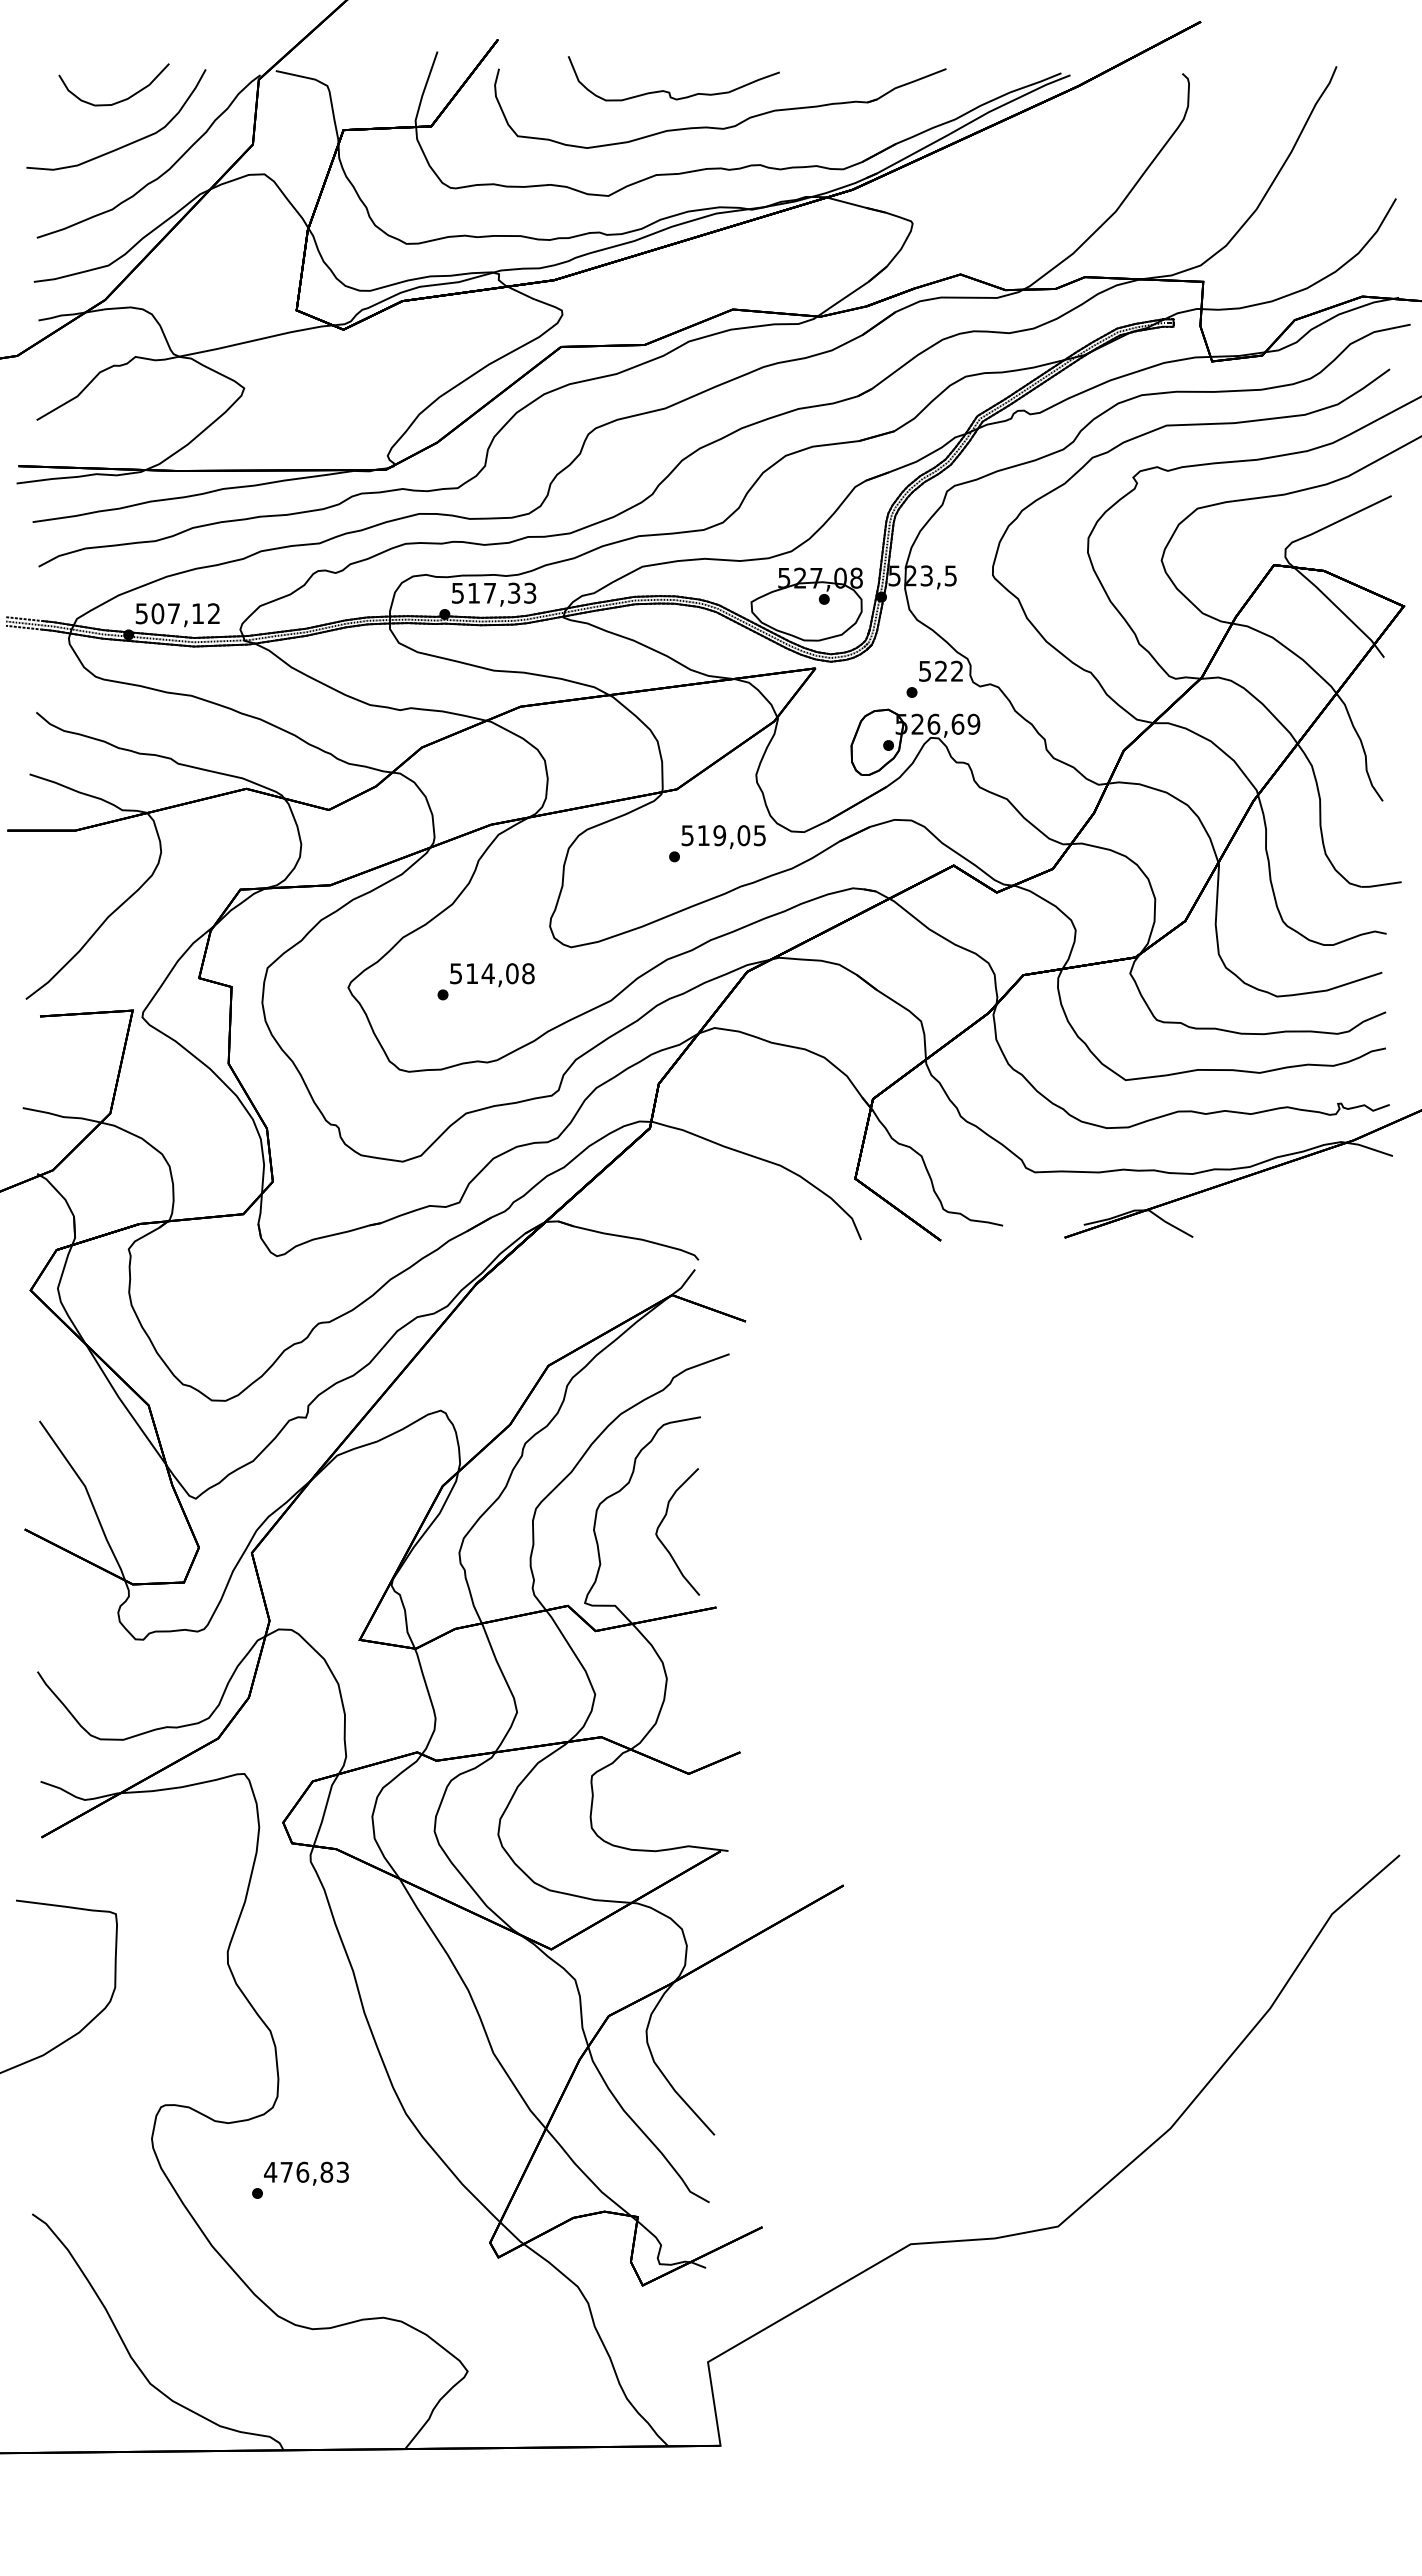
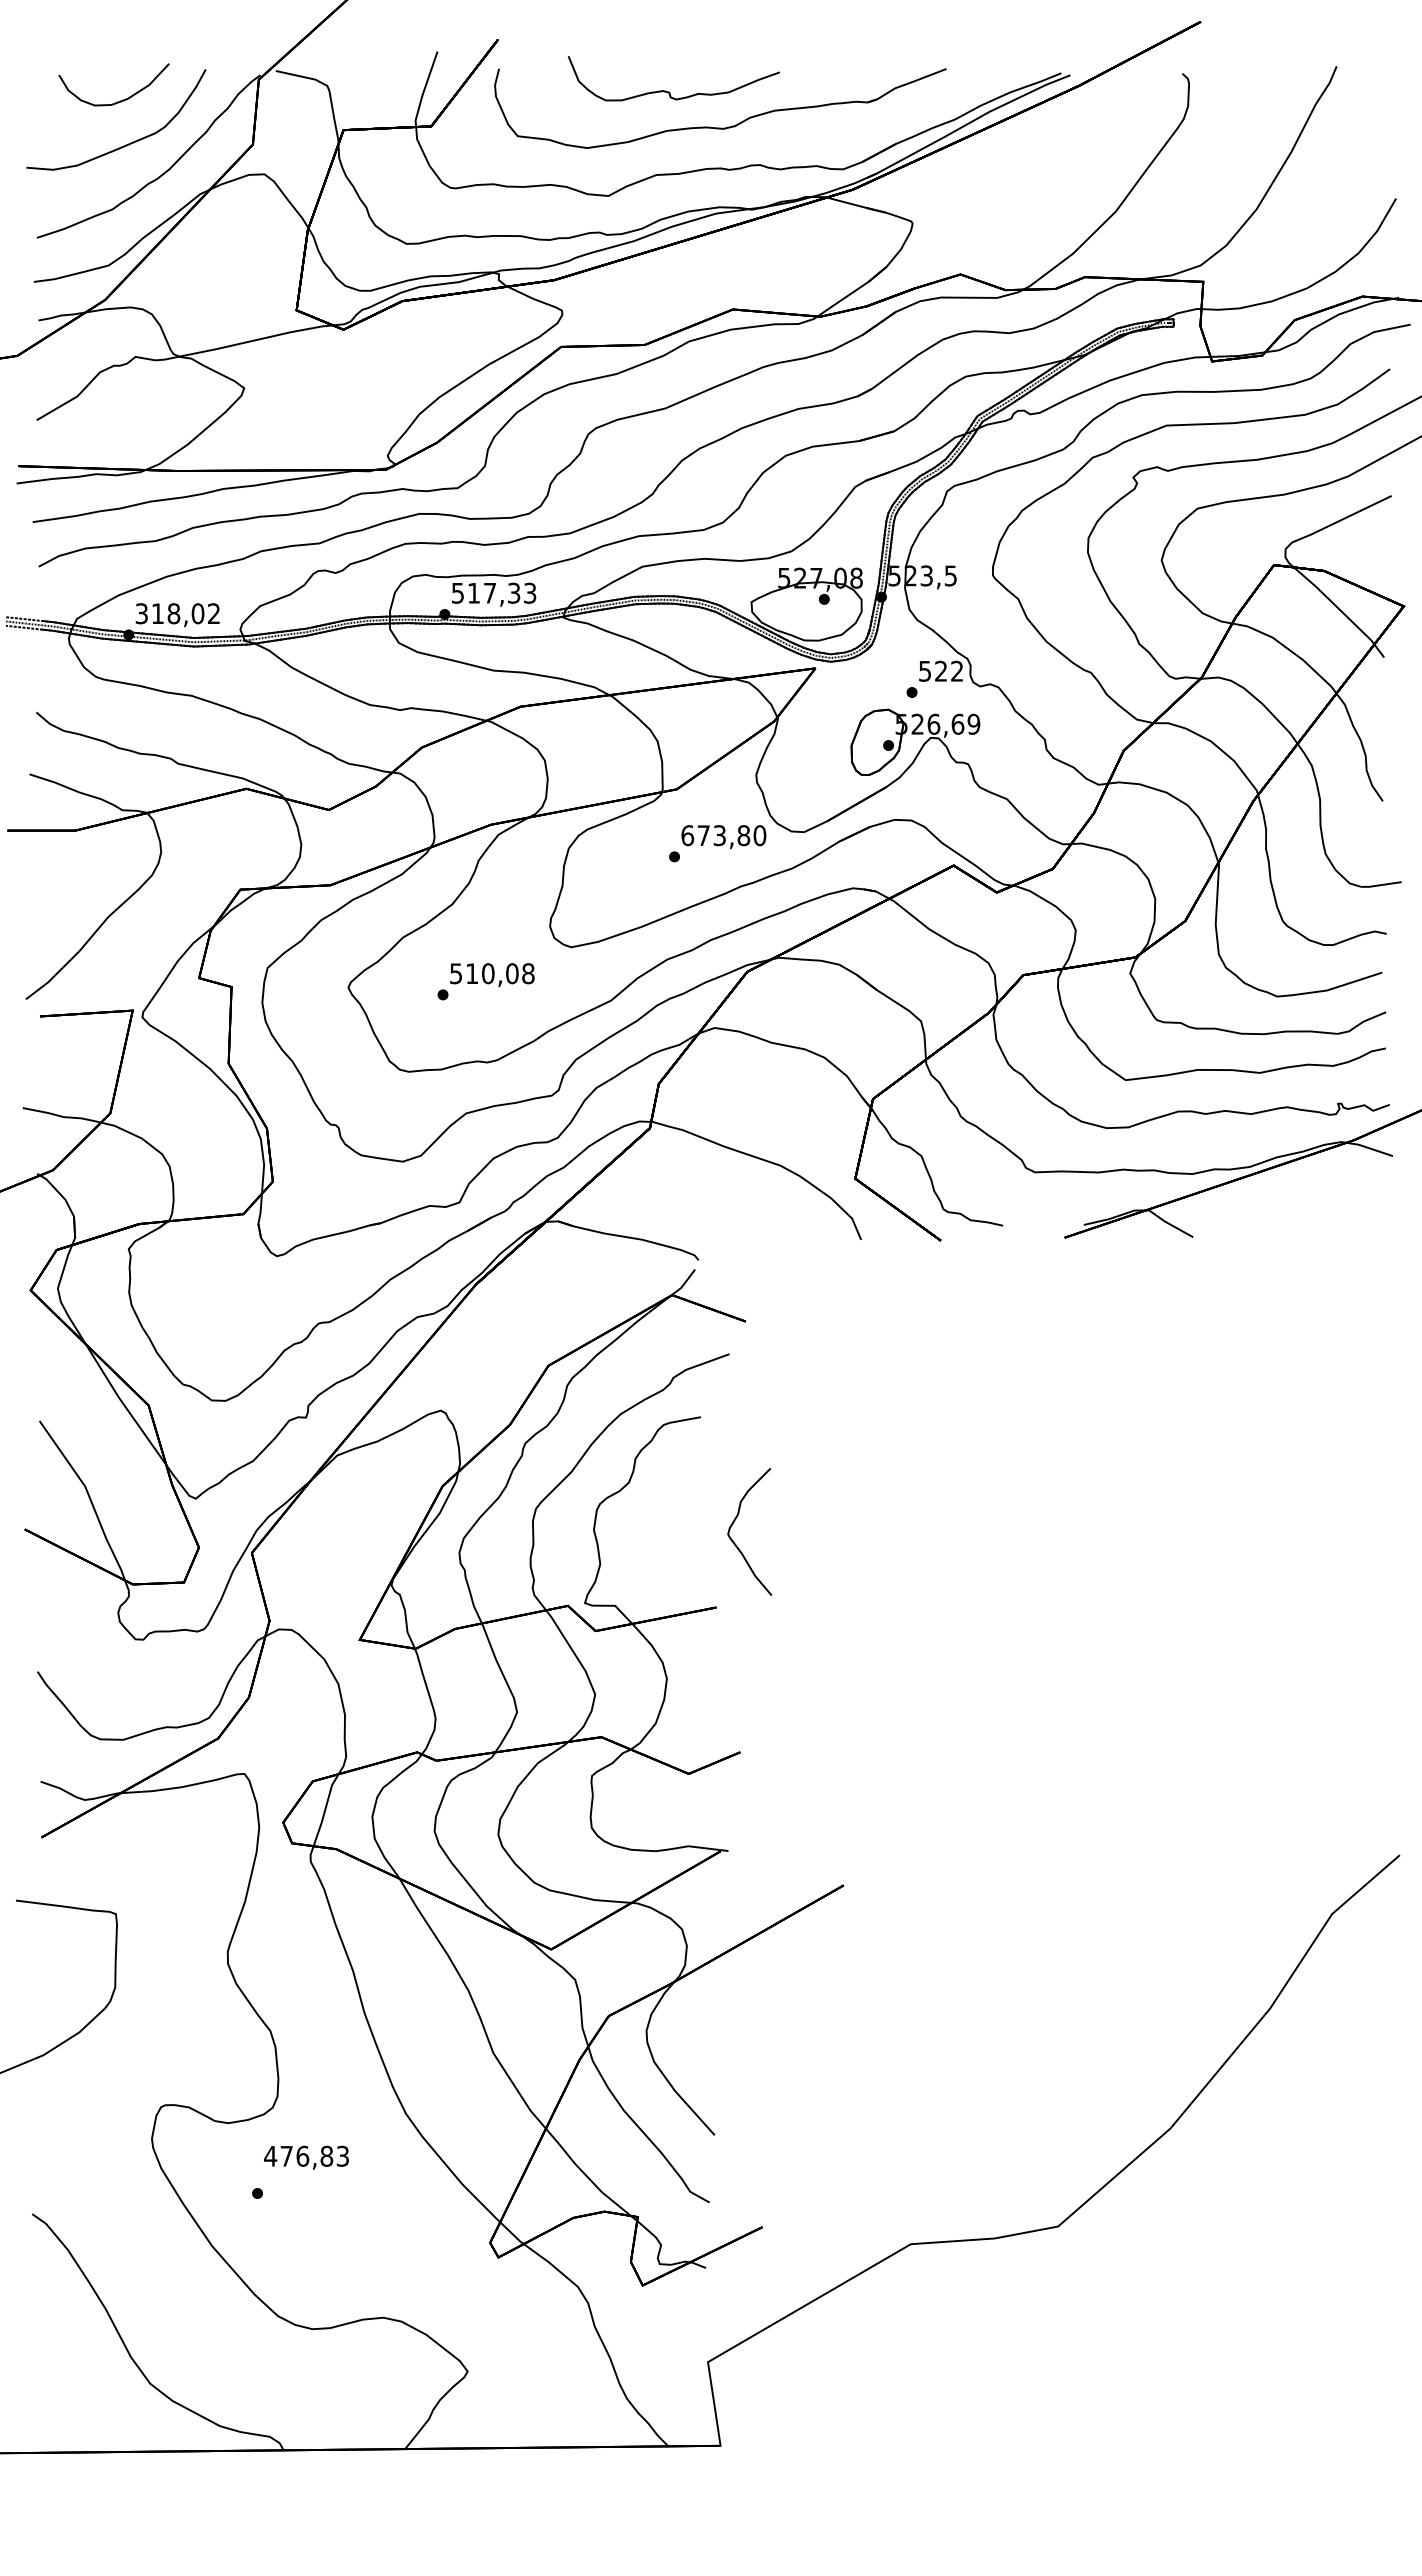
text at (170, 613): 507,12 -> 318,02
text at (723, 835): 519,05 -> 673,80
text at (487, 973): 514,08 -> 510,08
part at (661, 1524) position: (661, 1524) -> (733, 1524)
text at (306, 2173) position: (306, 2173) -> (306, 2157)
